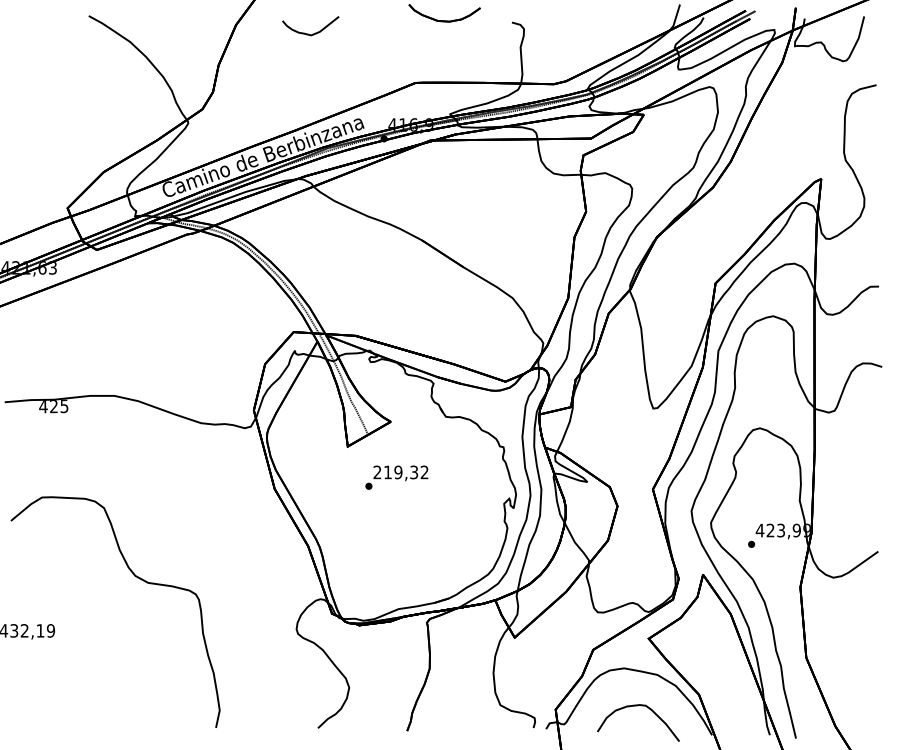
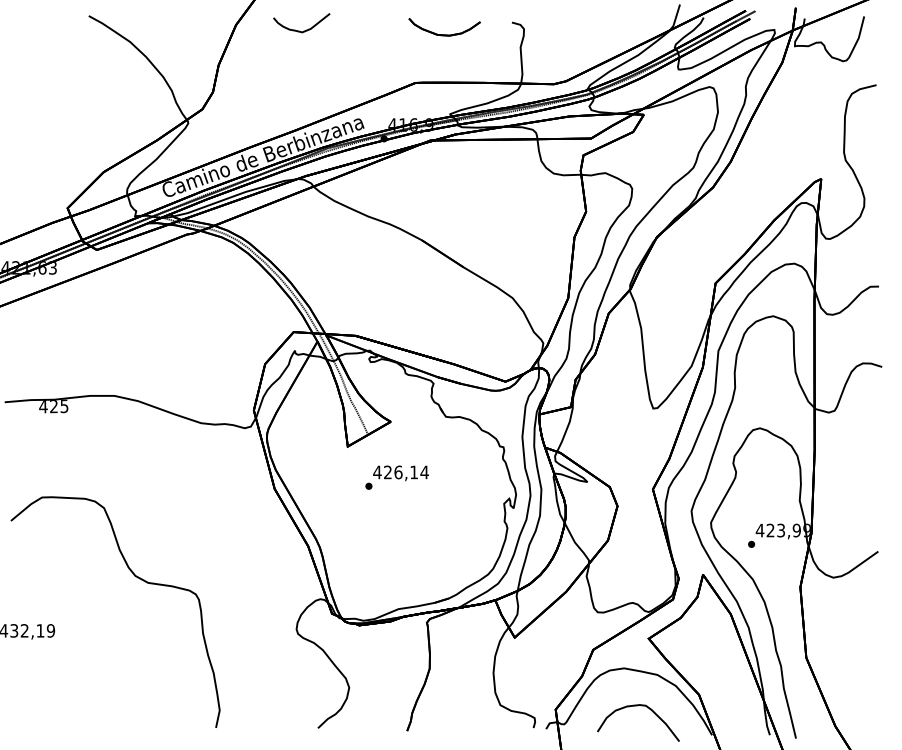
part at (444, 20) position: (444, 20) -> (444, 34)
curve at (308, 33) position: (308, 33) -> (299, 30)
text at (400, 472): 219,32 -> 426,14
